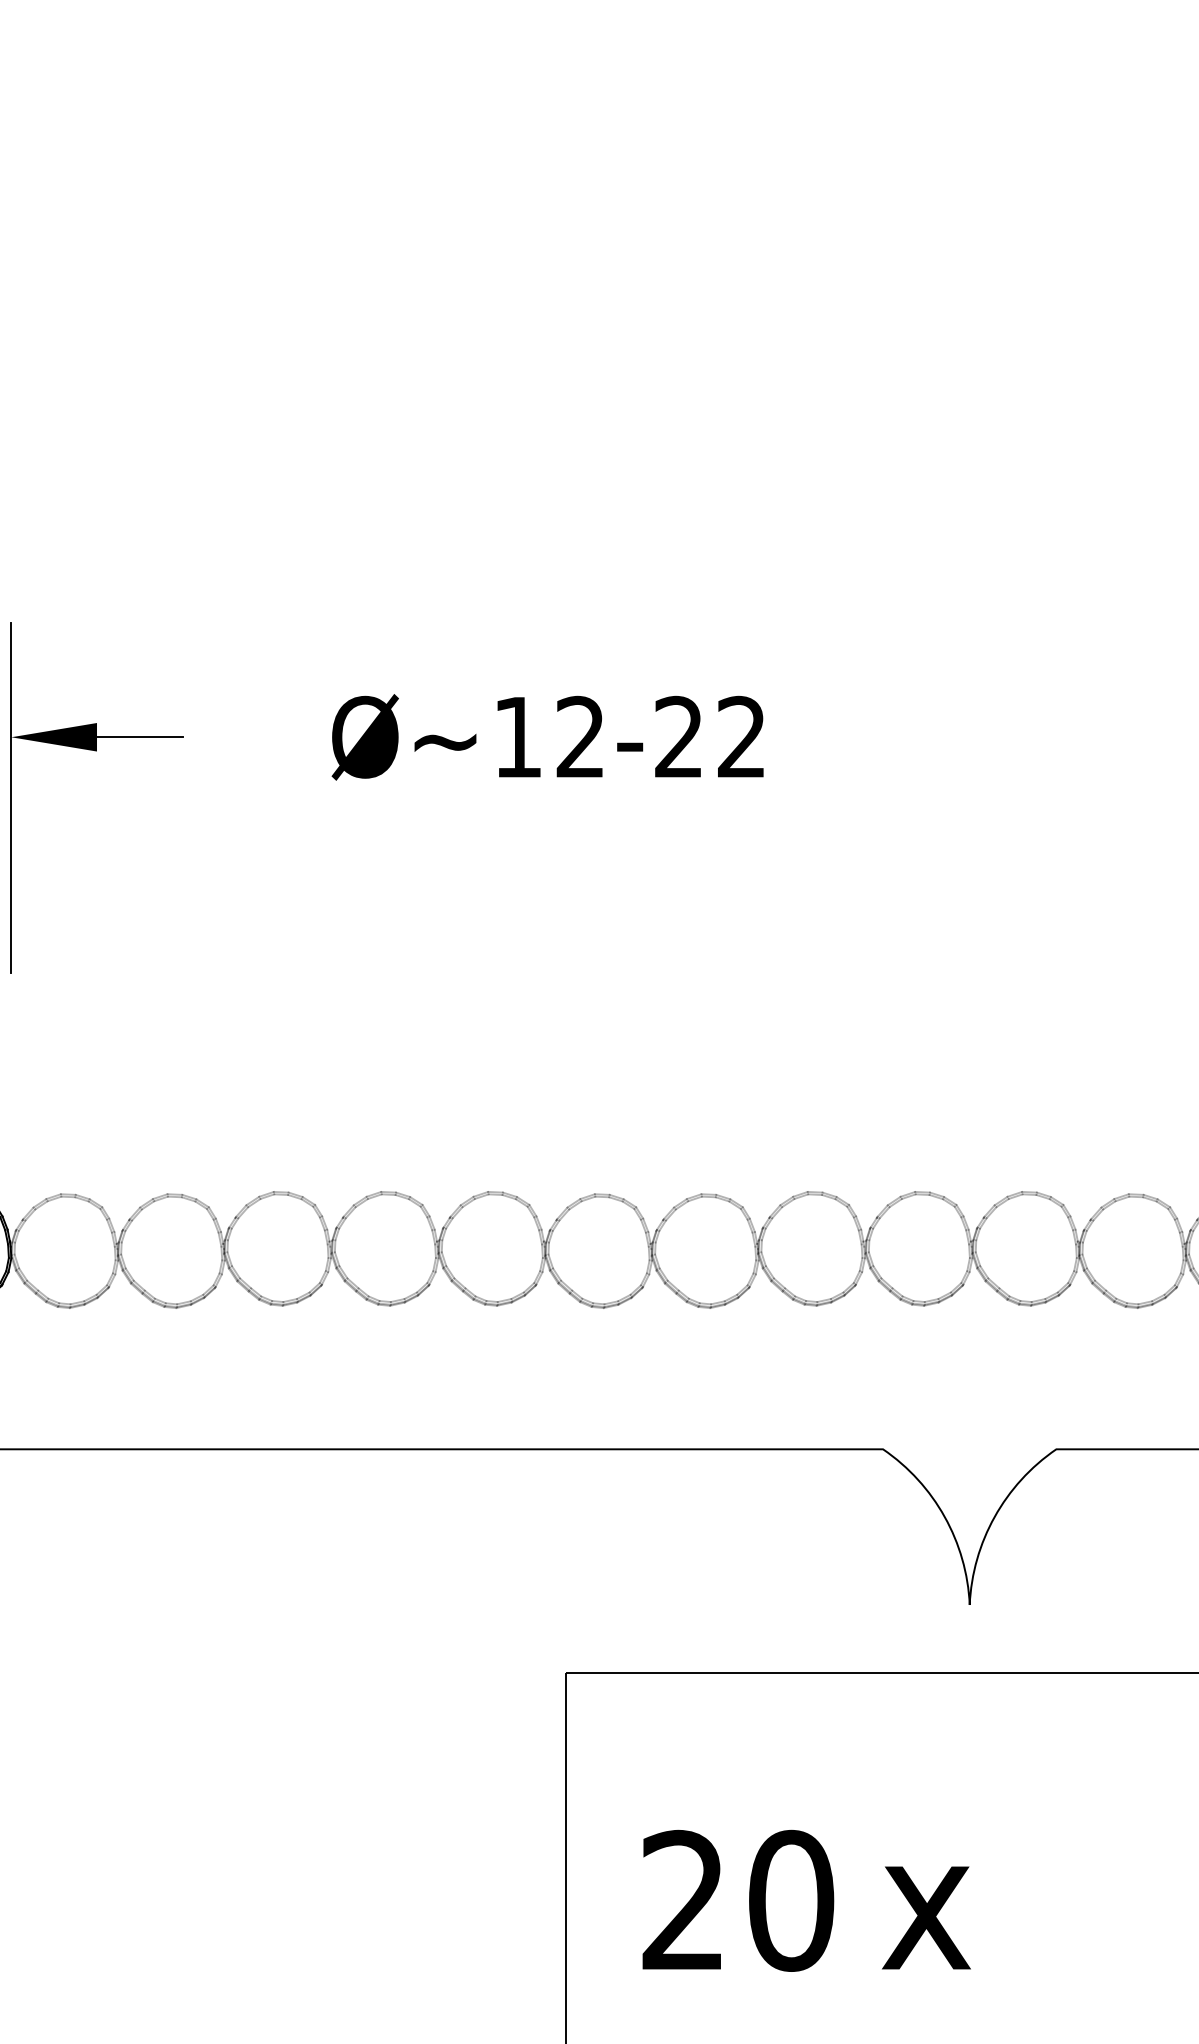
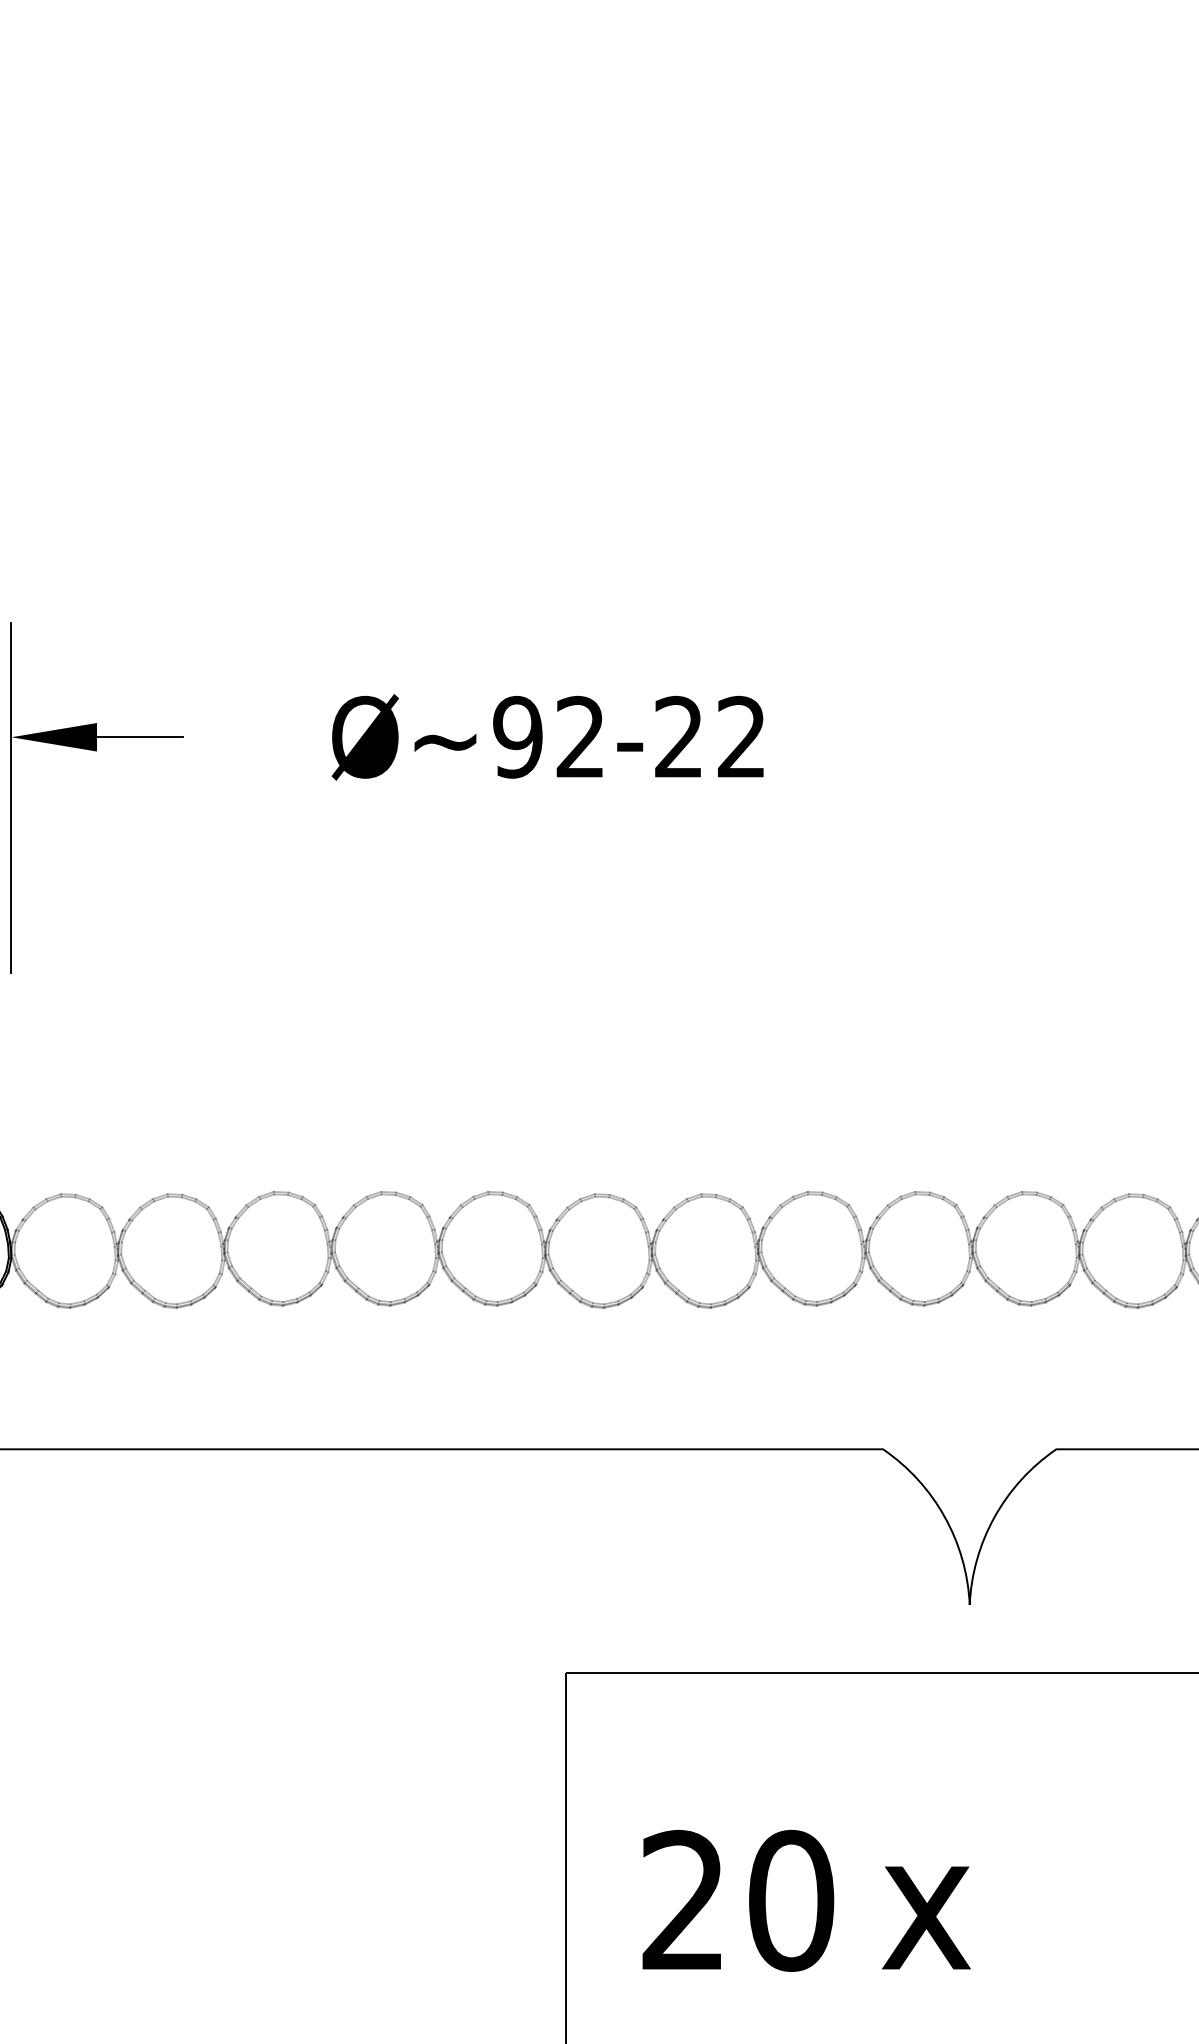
text at (517, 736): Ø~12-22 -> Ø~92-22
